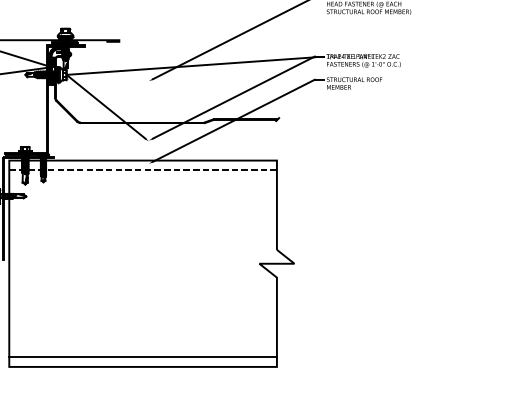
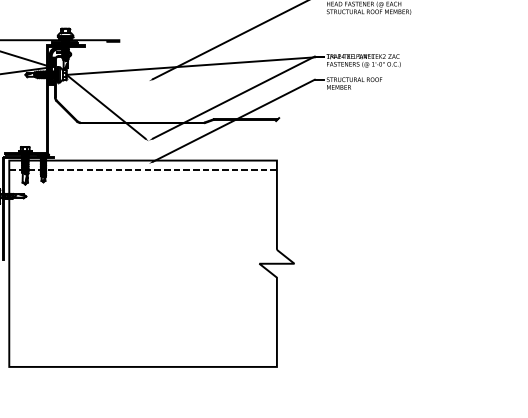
line at (142, 357): present -> none
